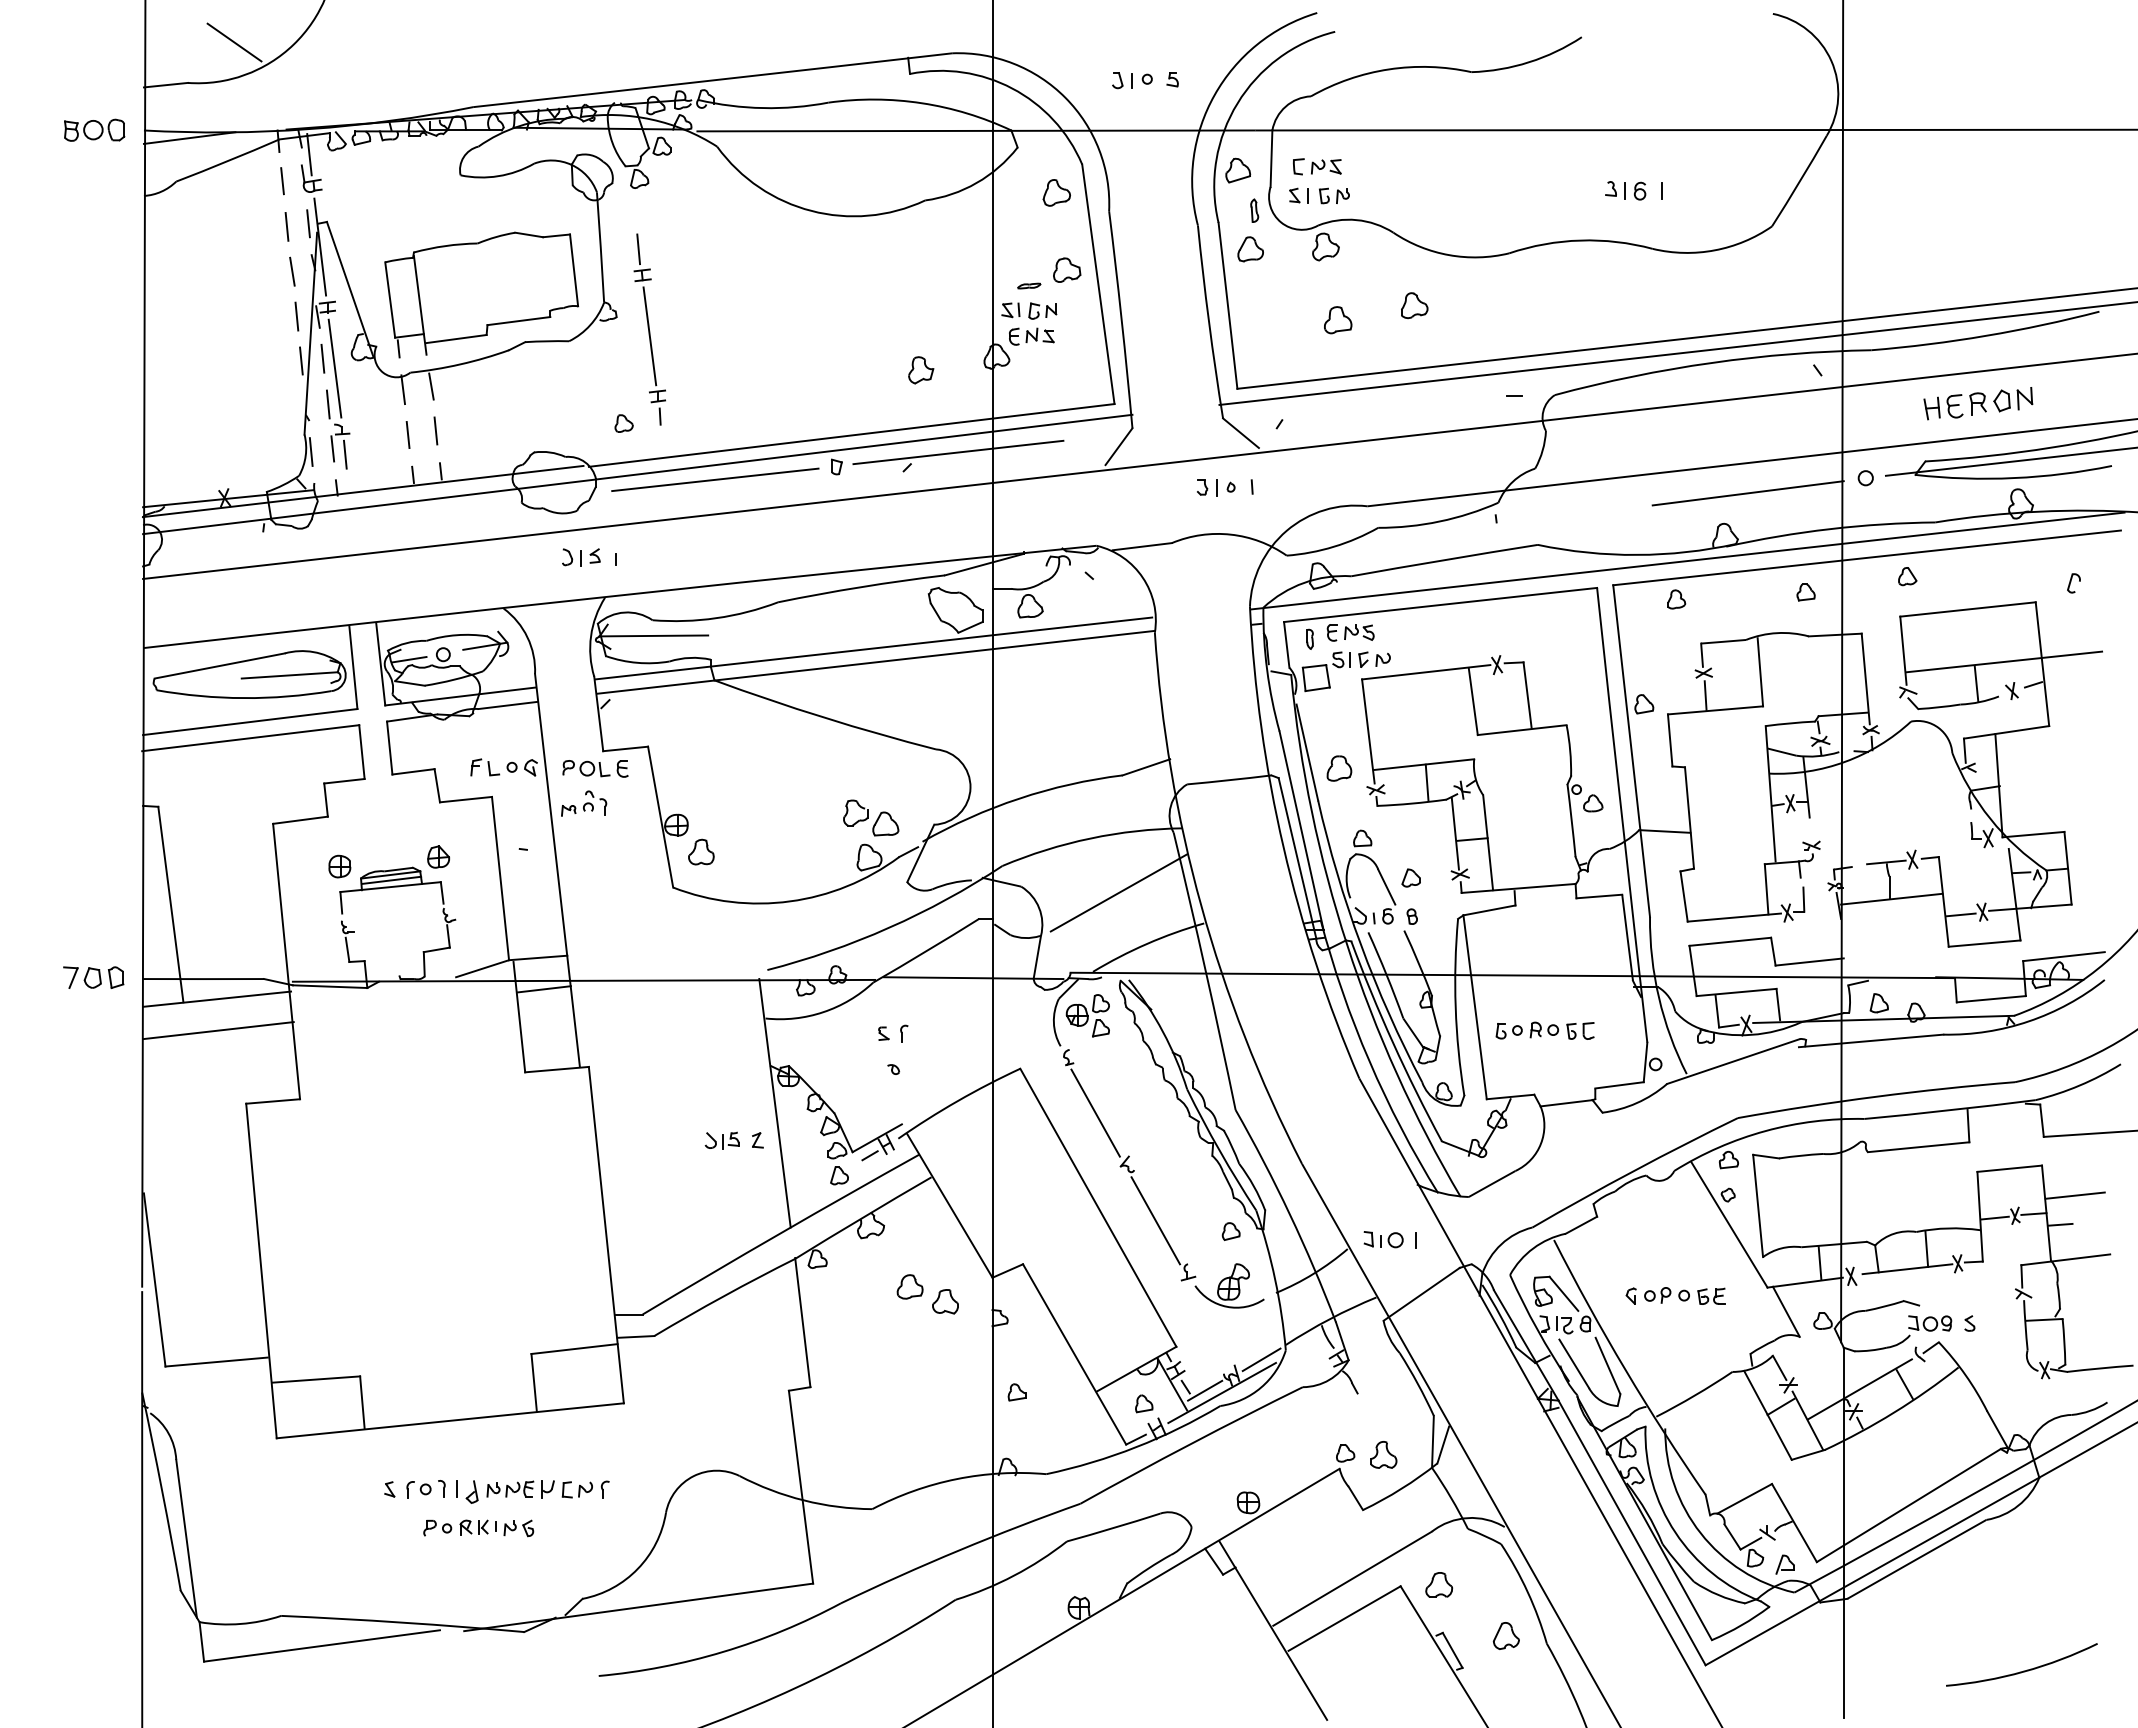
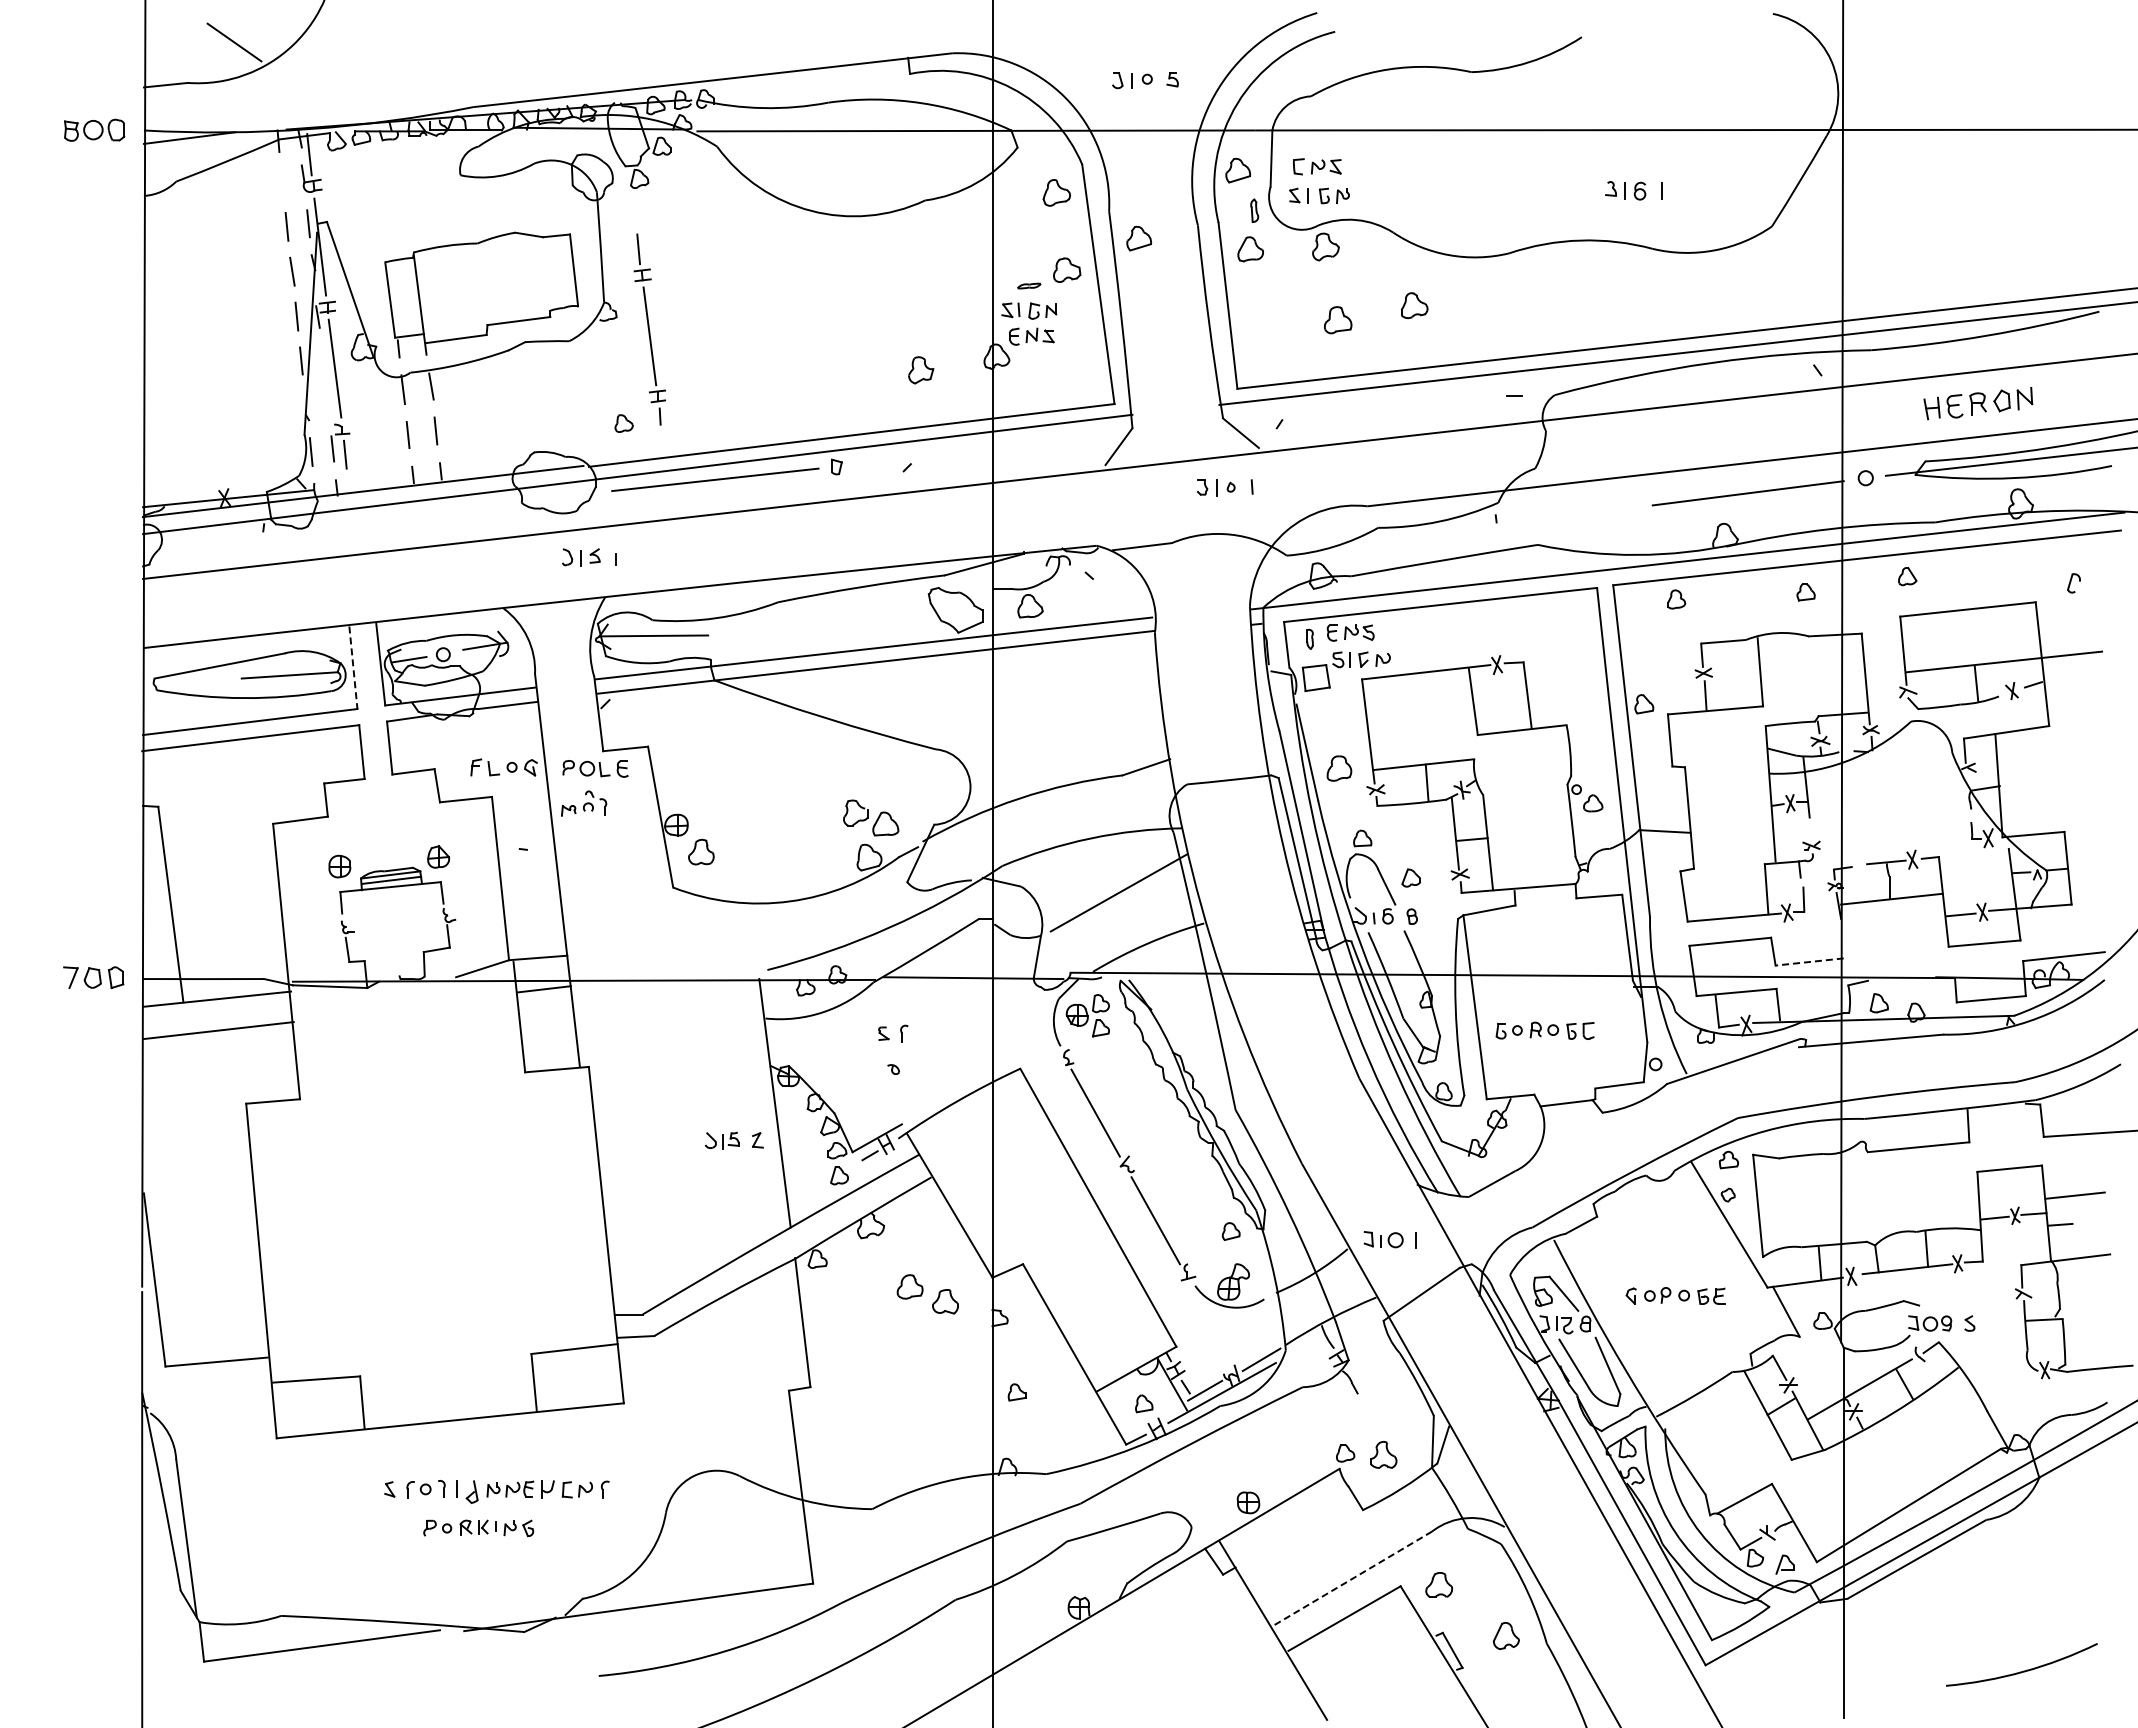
line at (282, 181): present -> none
part at (1139, 238): none -> present
line at (322, 358): present -> none
line at (327, 404): present -> none
line at (958, 452): present -> none
line at (353, 668): solid -> dashed
line at (1809, 962): solid -> dashed
line at (1352, 1578): solid -> dashed
